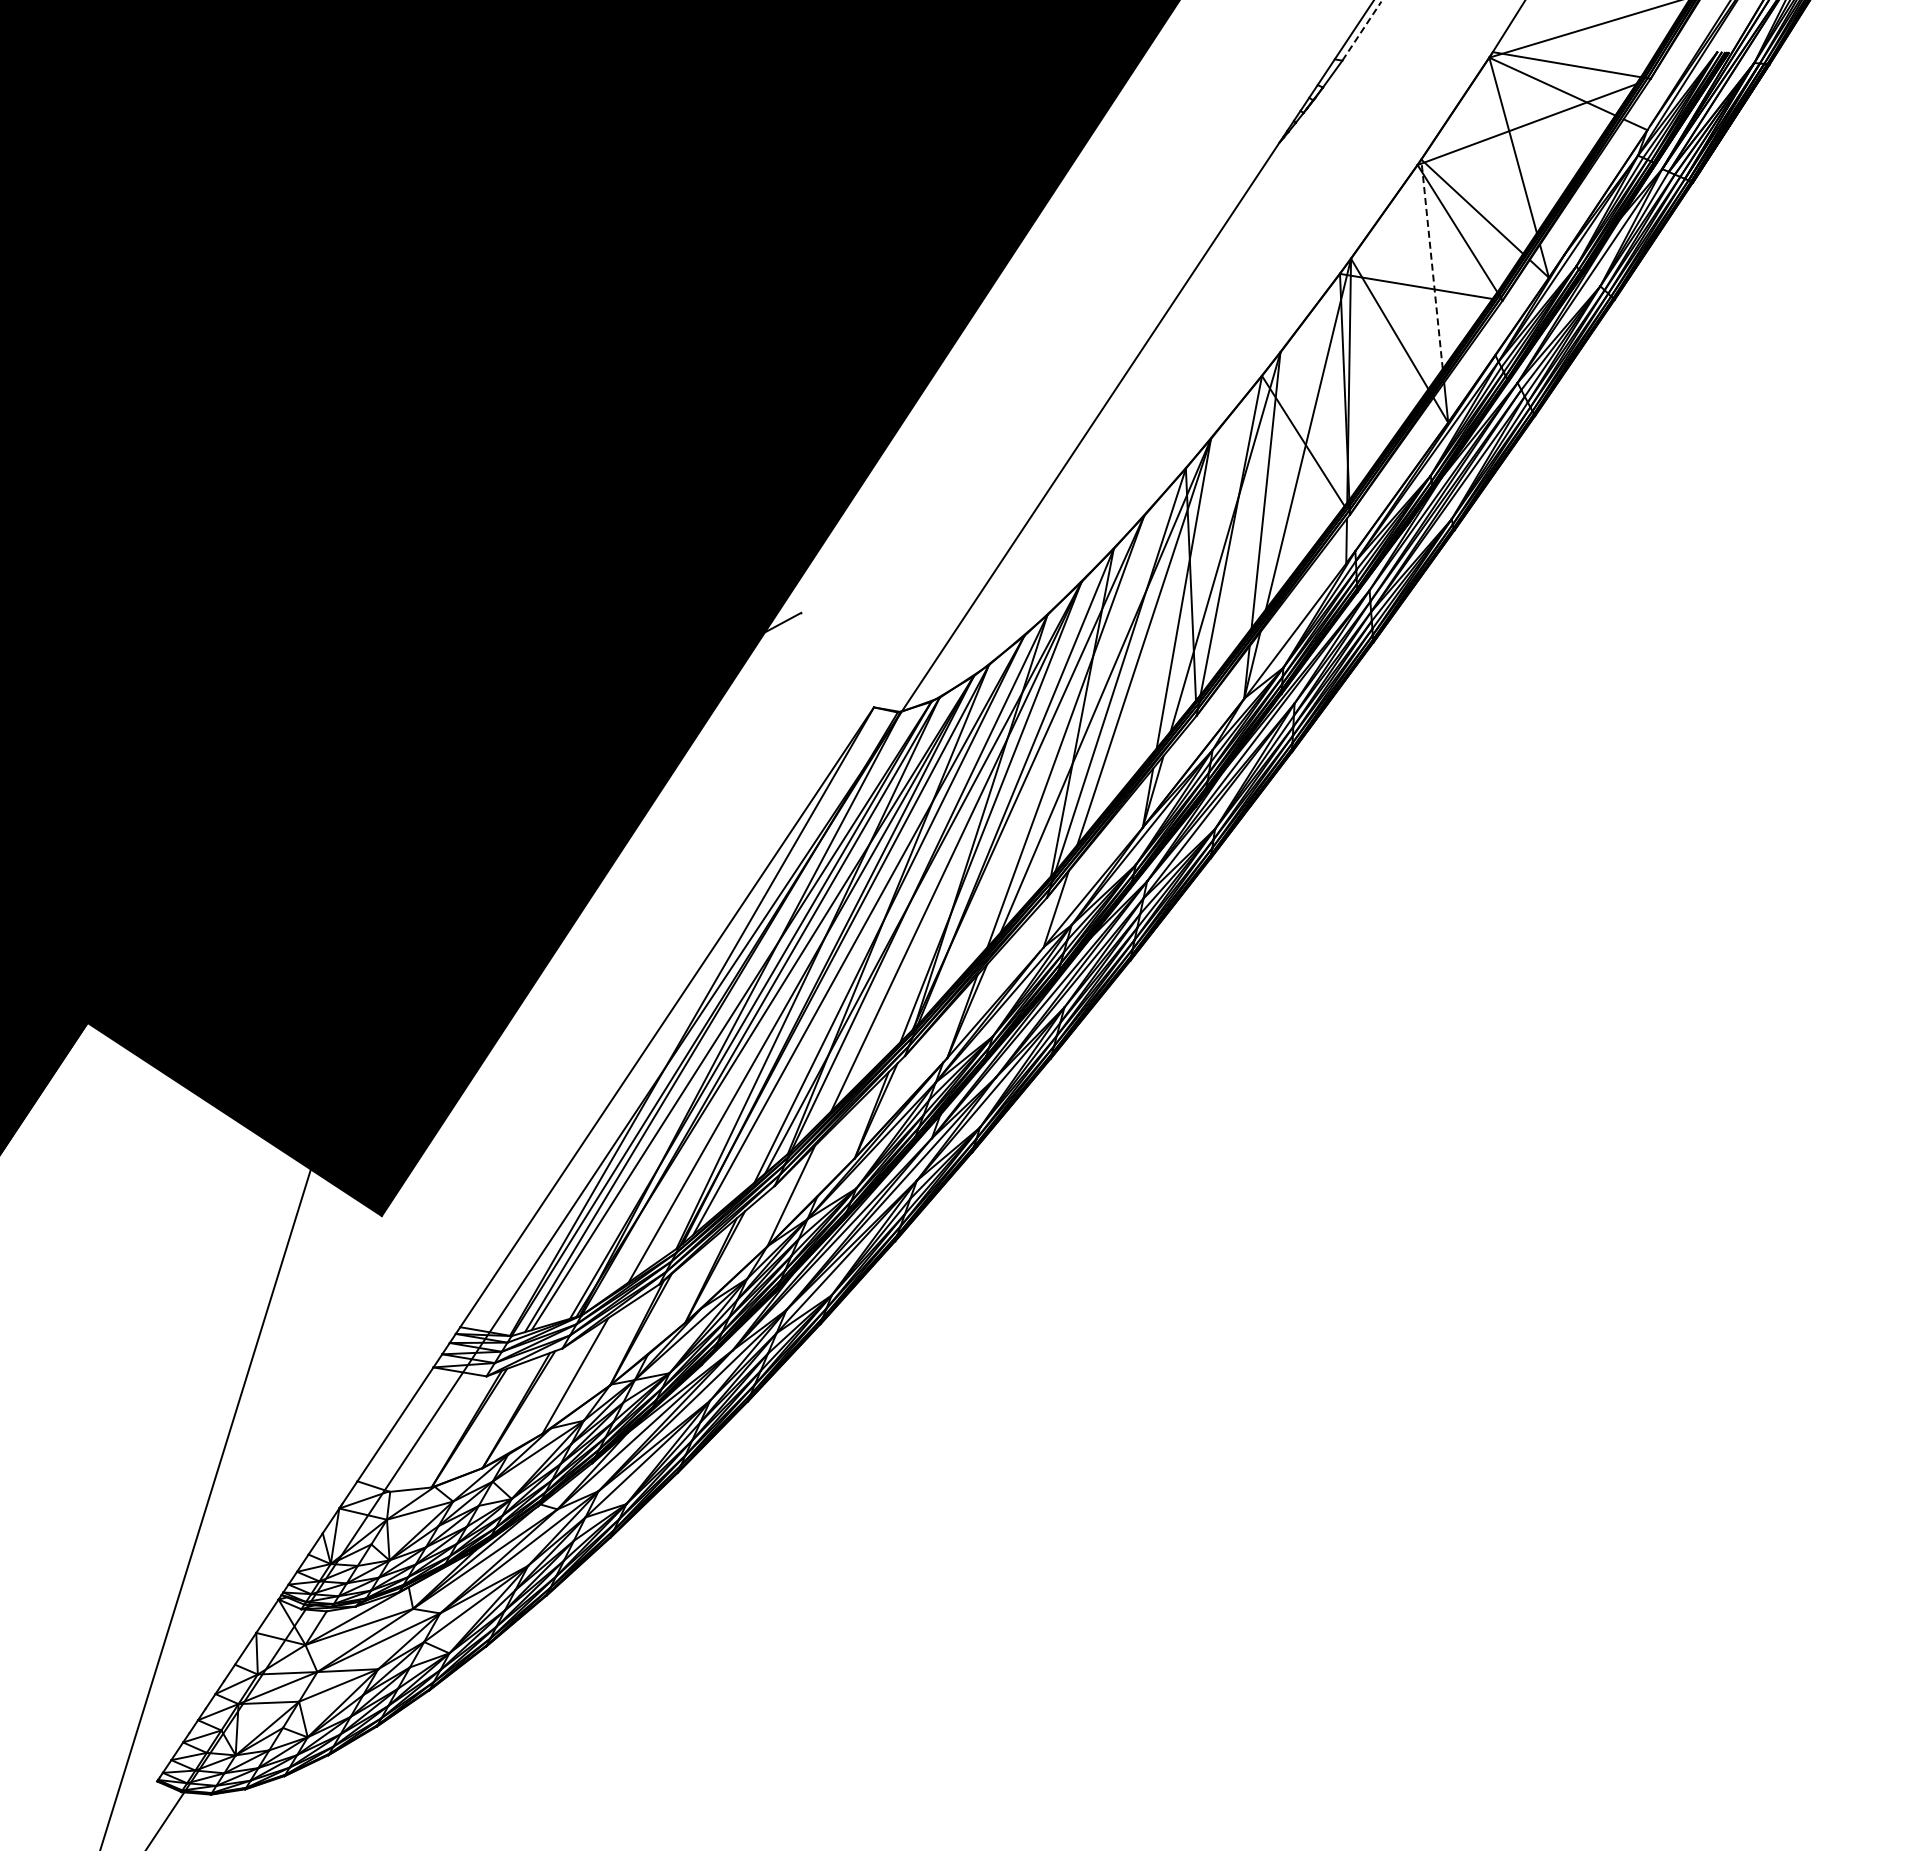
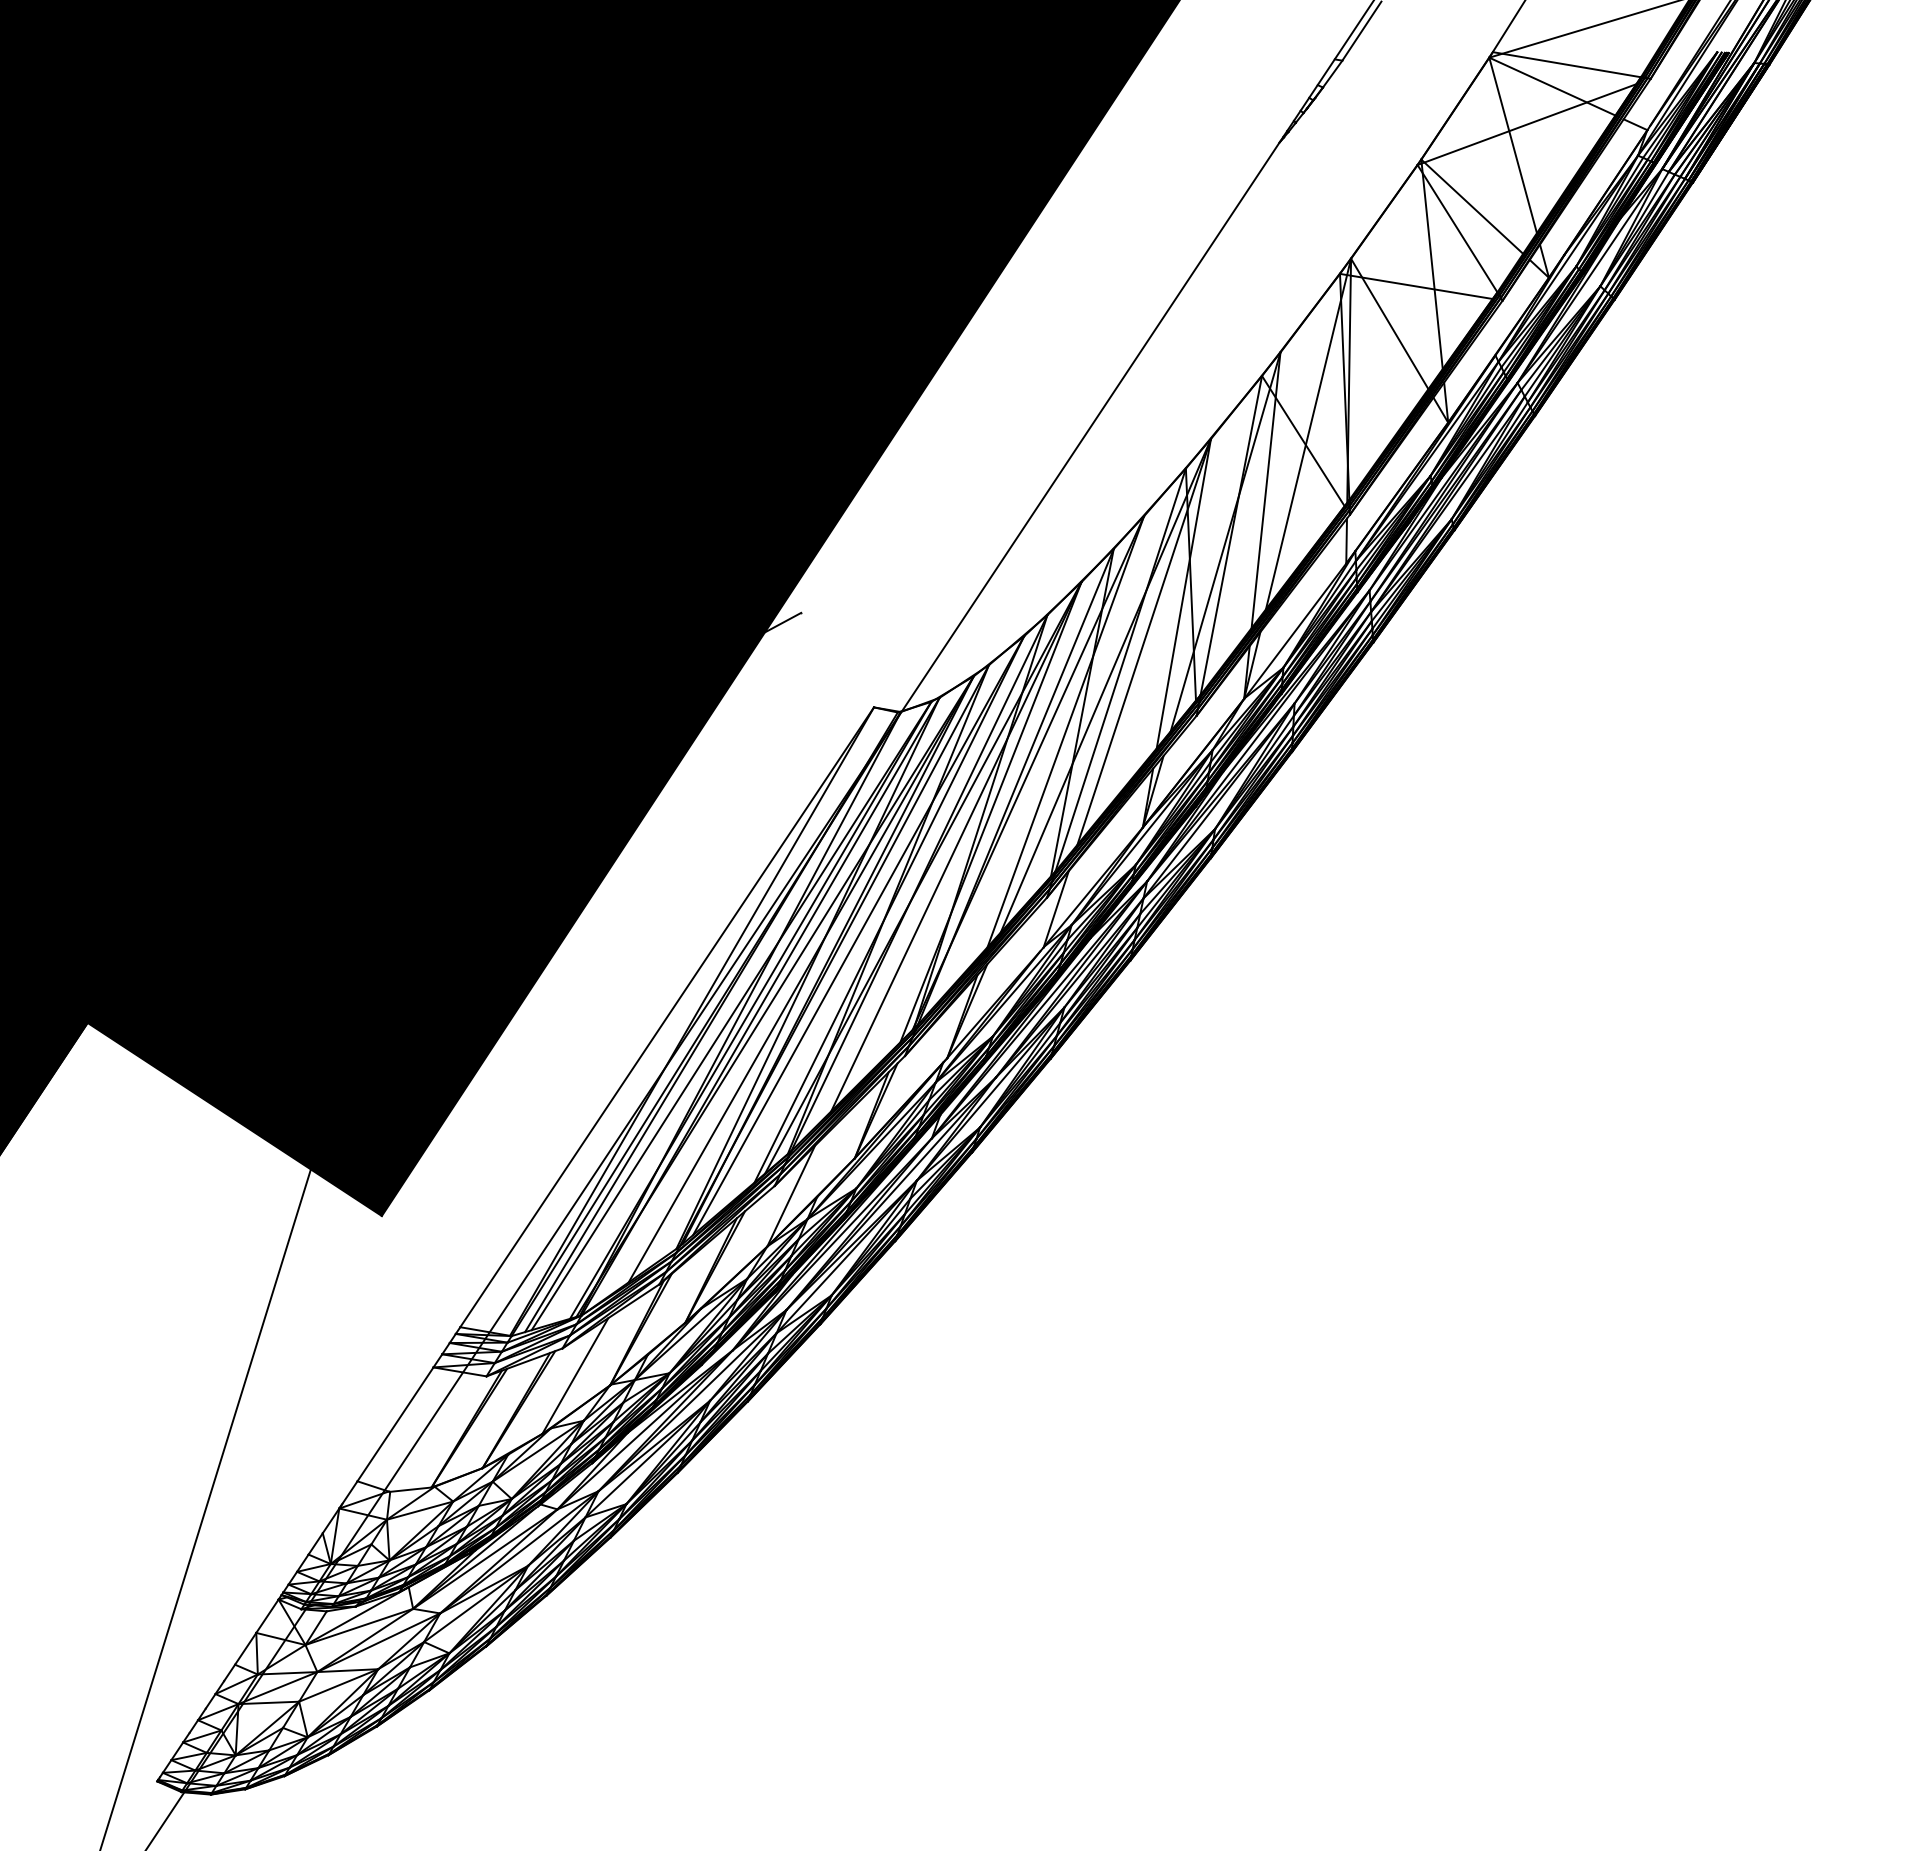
line at (1362, 30): dashed -> solid
line at (1431, 263): dashed -> solid
